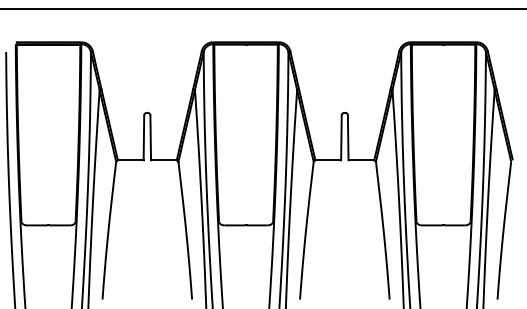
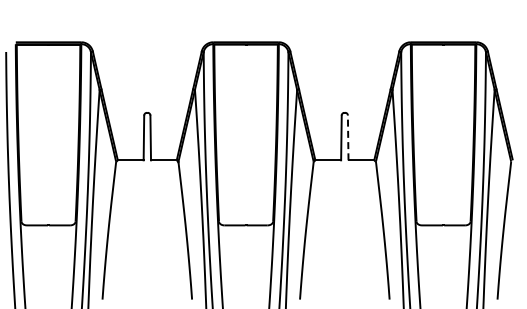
line at (262, 9): present -> none
line at (348, 137): solid -> dashed
